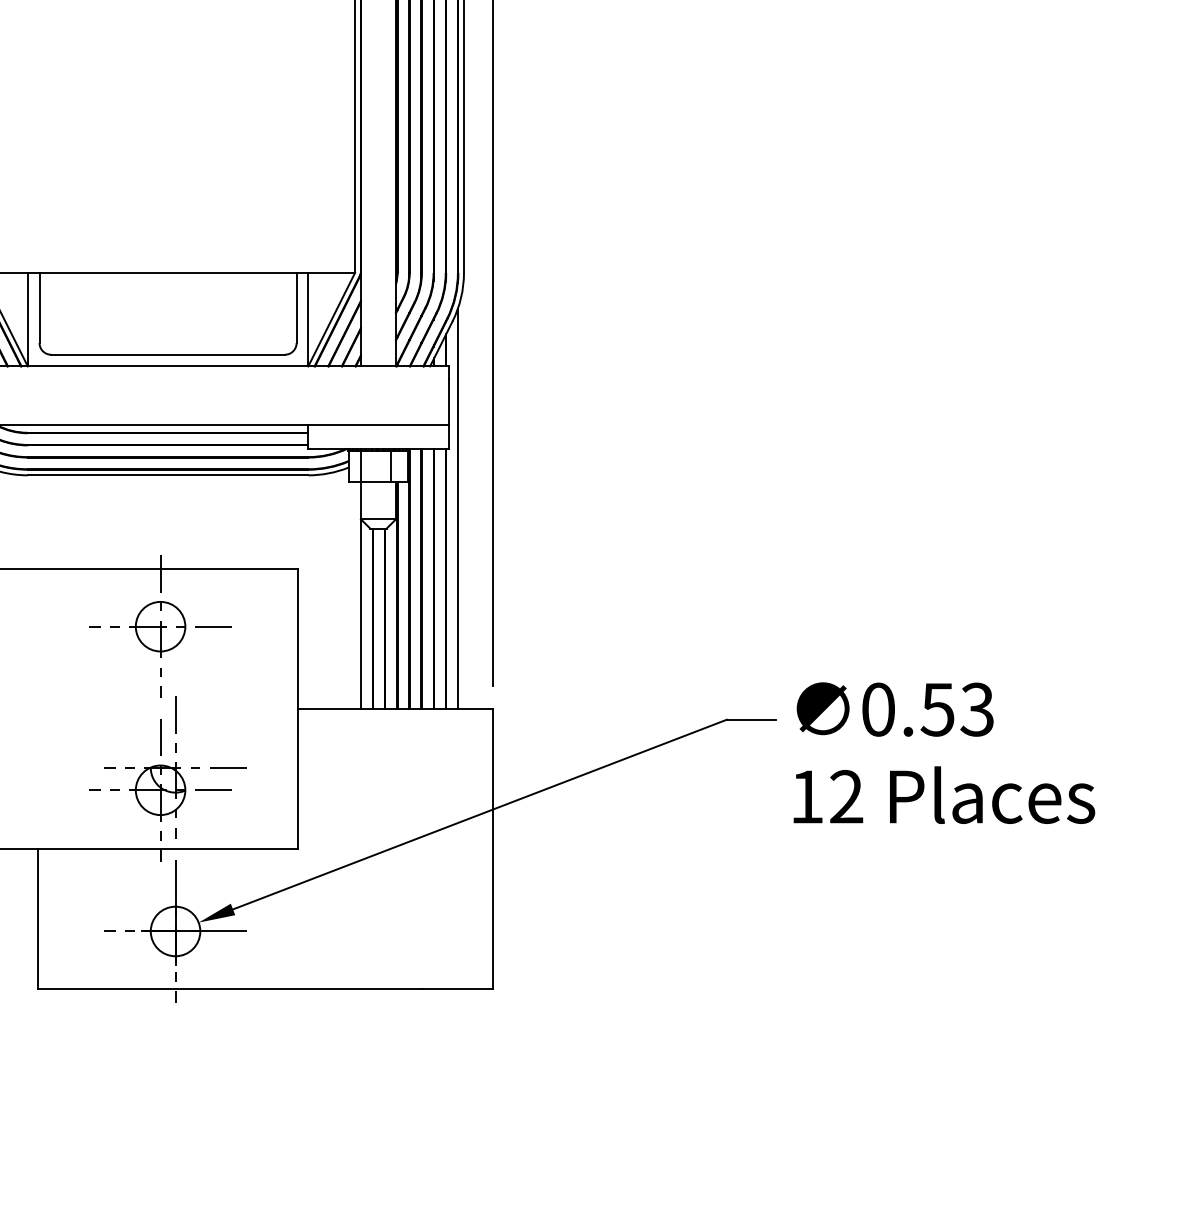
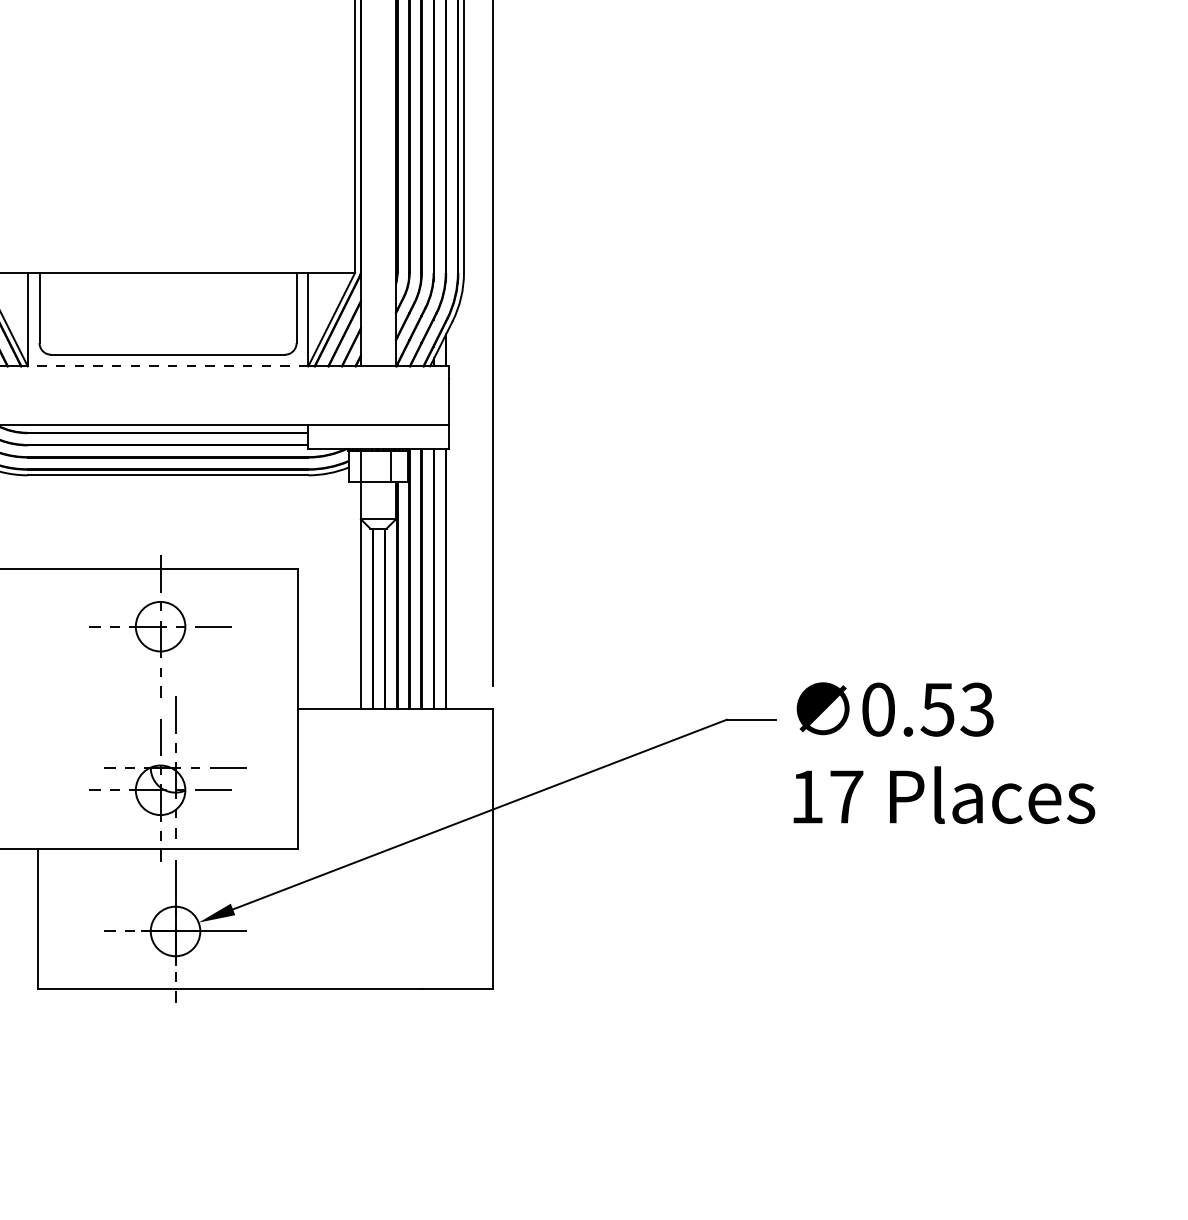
line at (167, 366): solid -> dashed
line at (457, 508): present -> none
text at (846, 796): 12 -> 17
